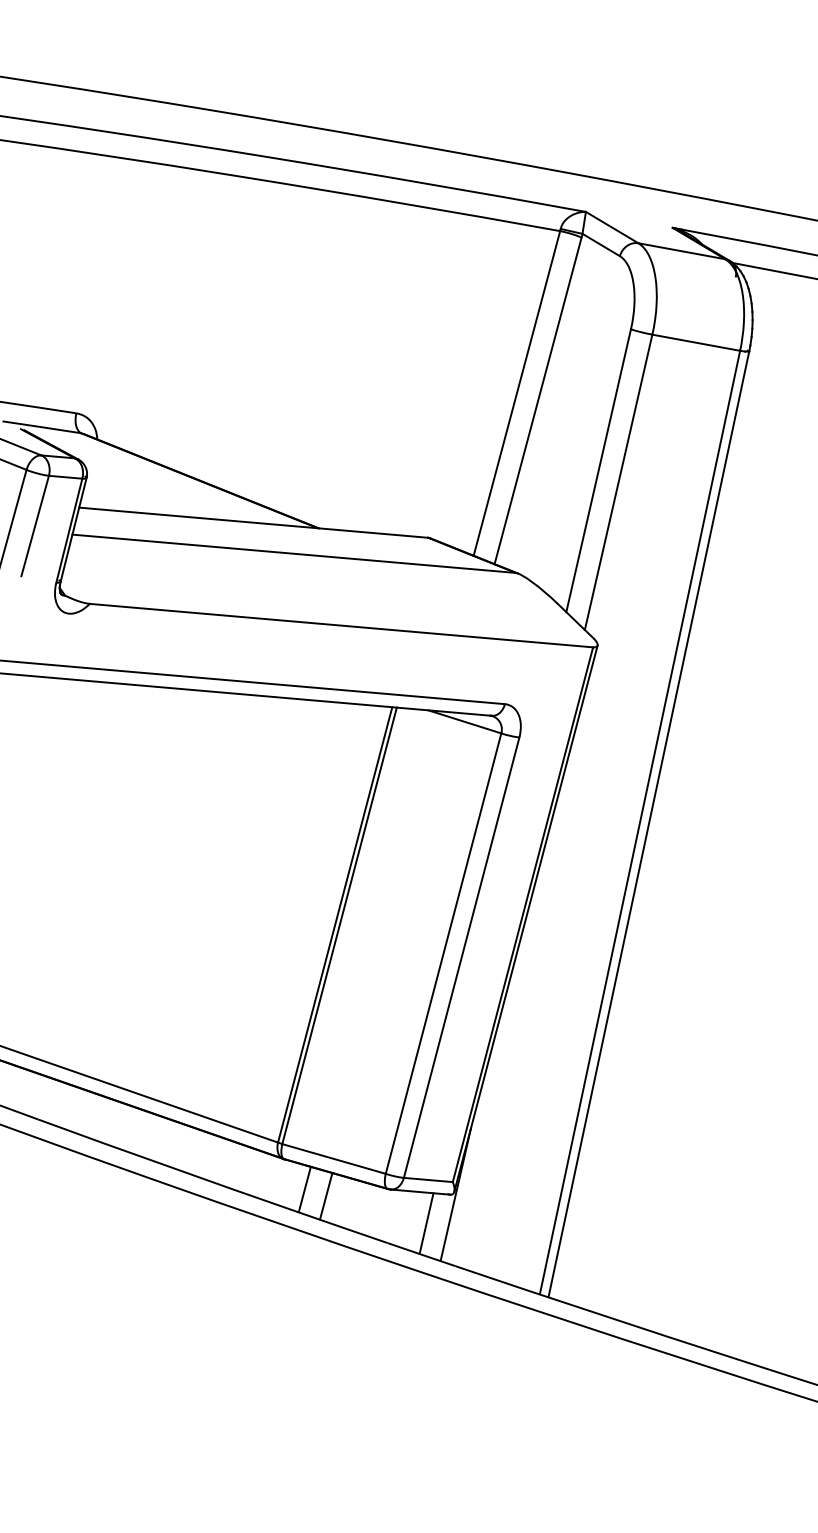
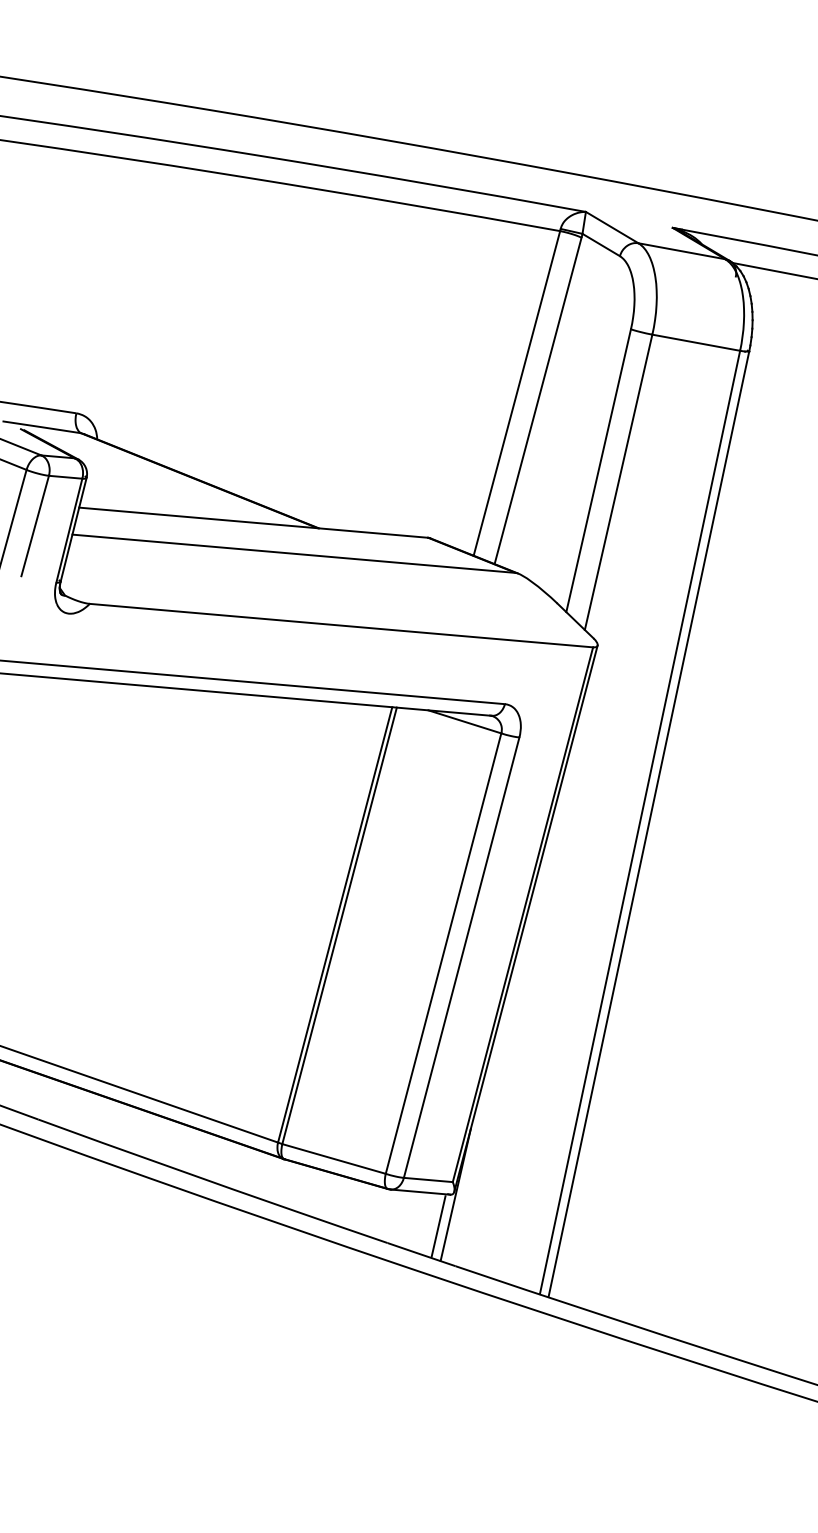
line at (304, 1189): present -> none
line at (326, 1196): present -> none
line at (426, 1223) position: (426, 1223) -> (438, 1226)
